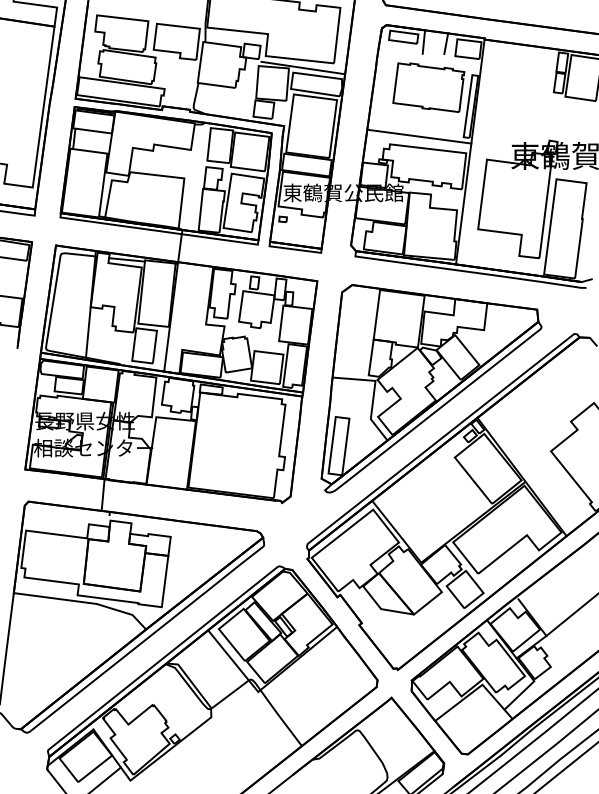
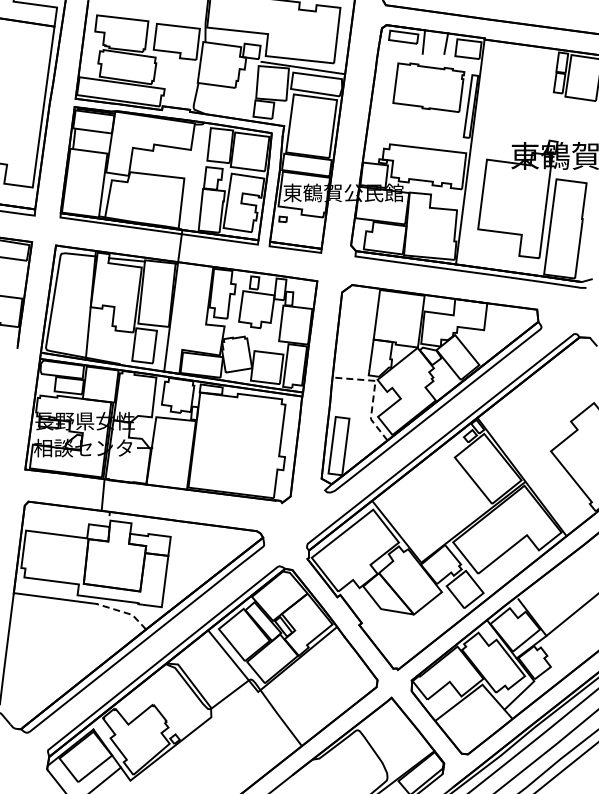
line at (419, 136): present -> none
line at (374, 391): solid -> dashed
line at (124, 612): solid -> dashed
